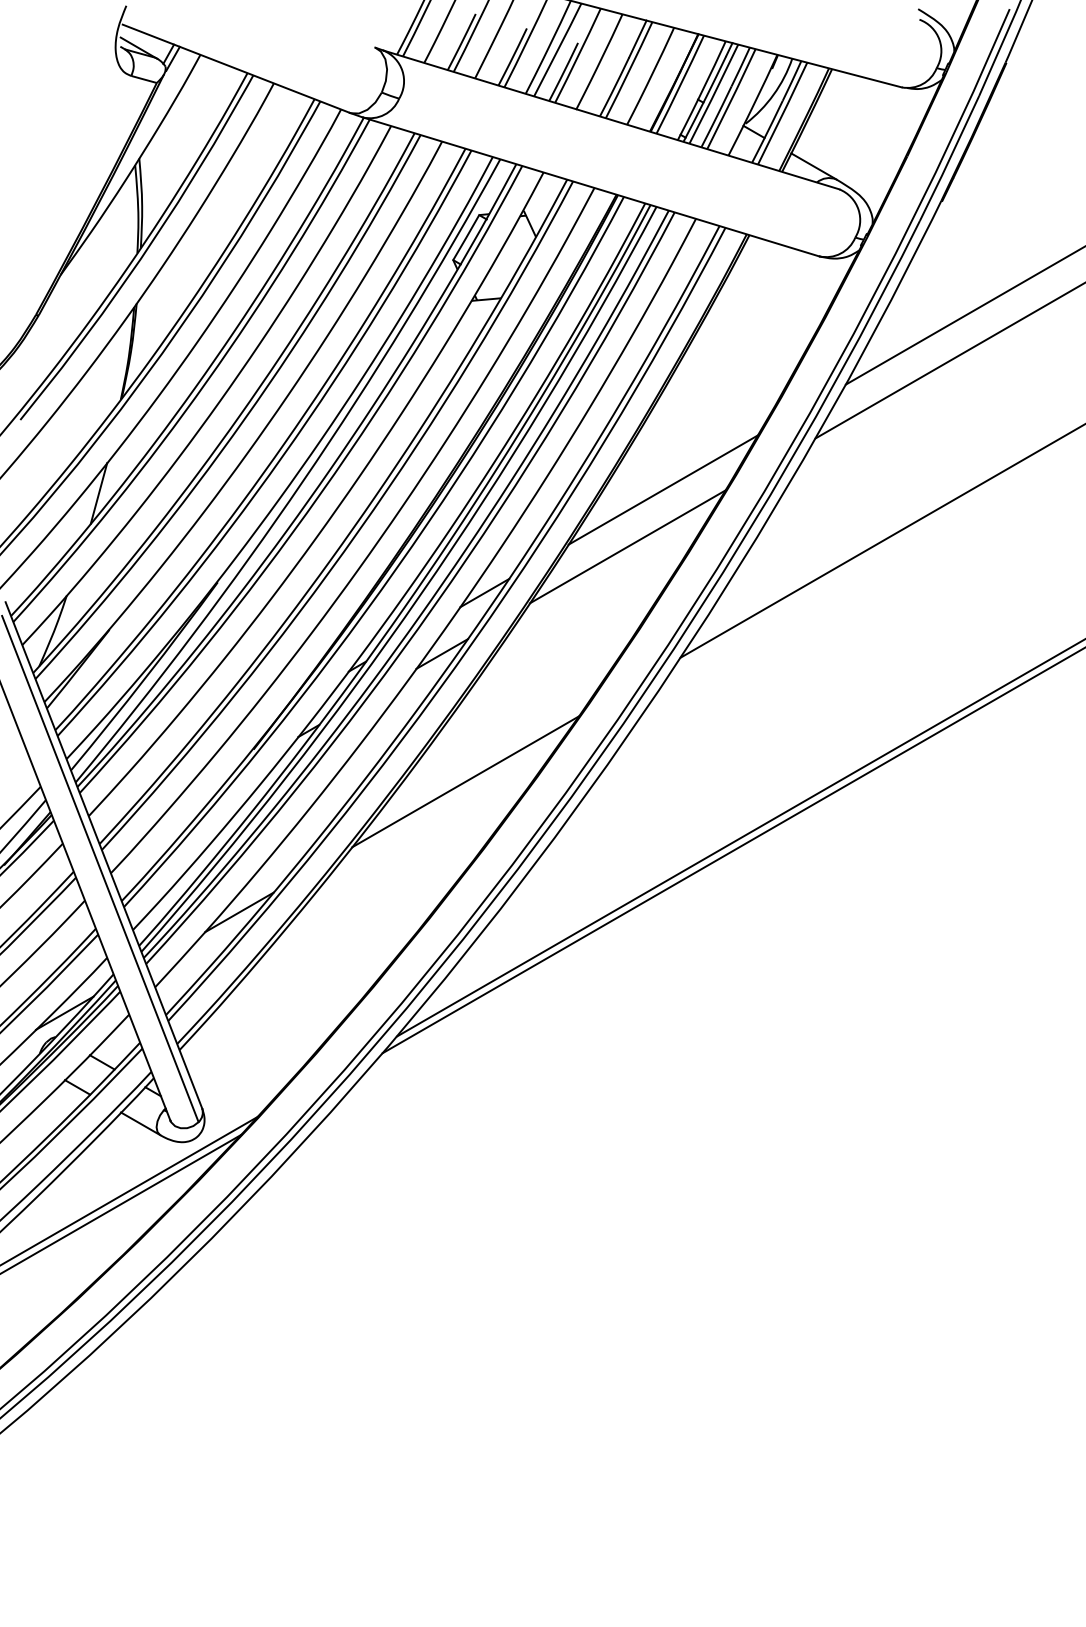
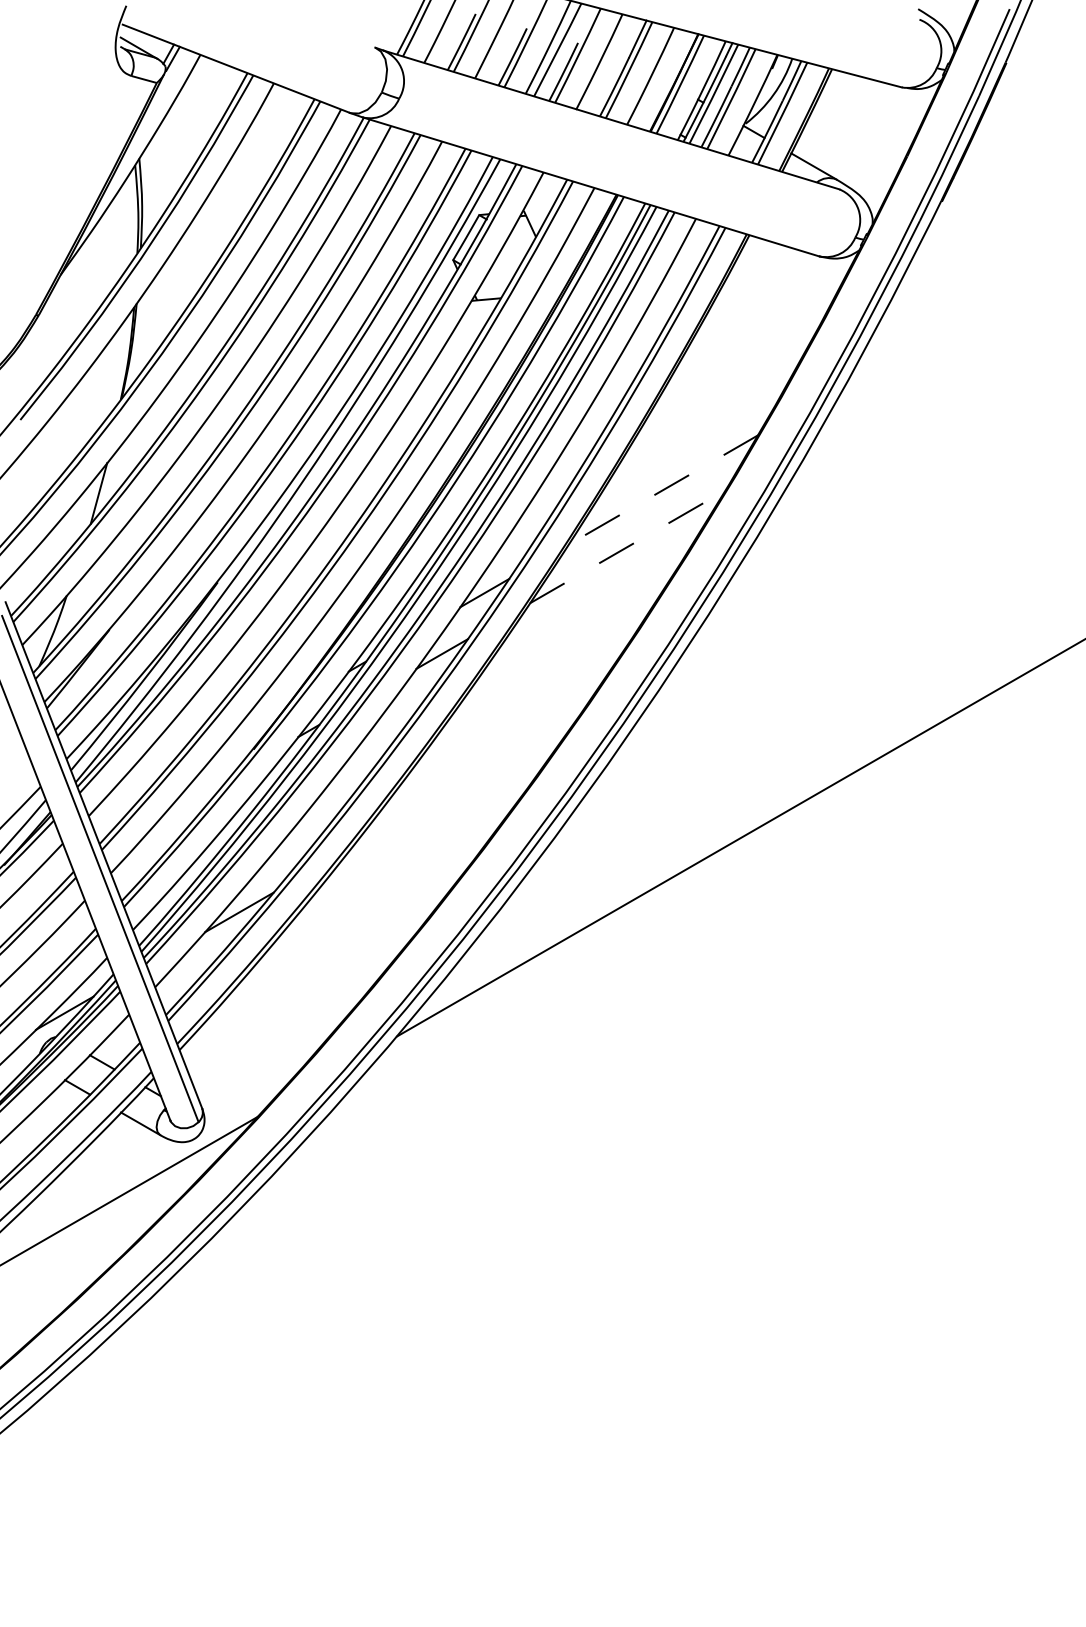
line at (963, 316): present -> none
line at (948, 361): present -> none
line at (663, 490): solid -> dashed
line at (881, 541): present -> none
line at (628, 546): solid -> dashed
line at (465, 781): present -> none
line at (732, 851): present -> none
line at (121, 1203): present -> none
